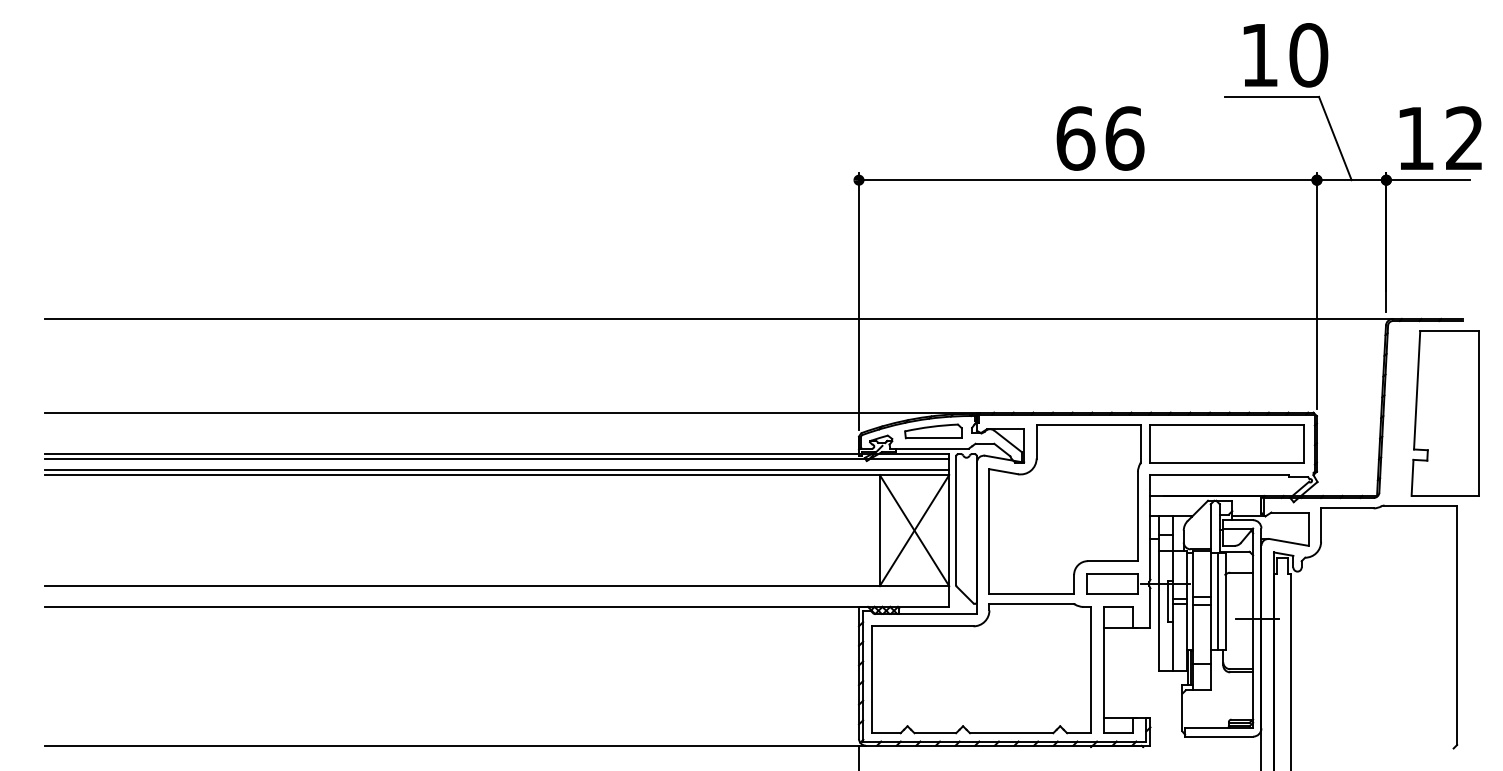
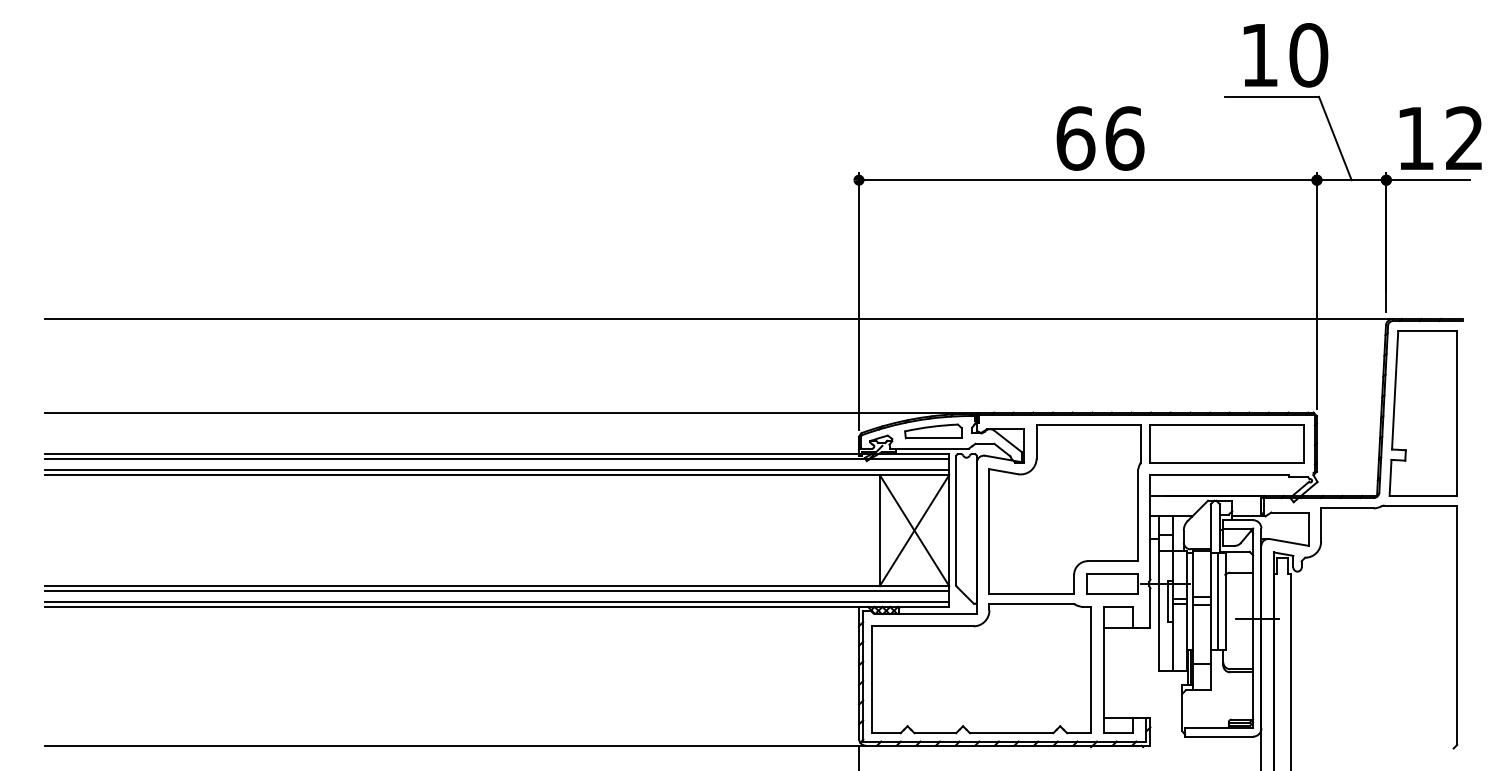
part at (1444, 413) position: (1444, 413) -> (1422, 413)
line at (497, 590): none -> present
line at (497, 602): none -> present
